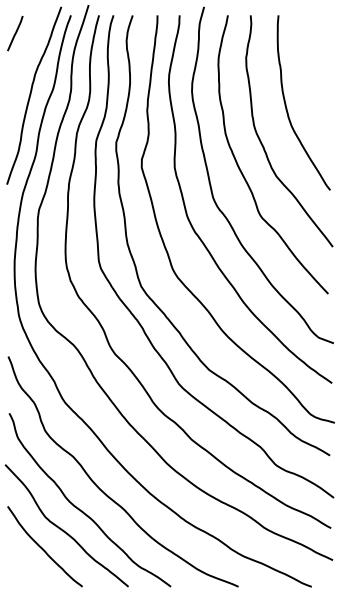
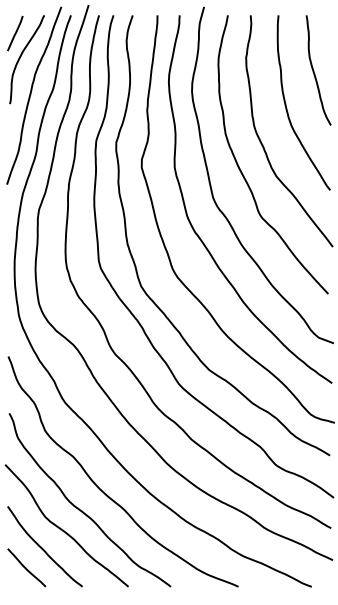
curve at (21, 56): none -> present
curve at (314, 70): none -> present
line at (26, 567): none -> present
